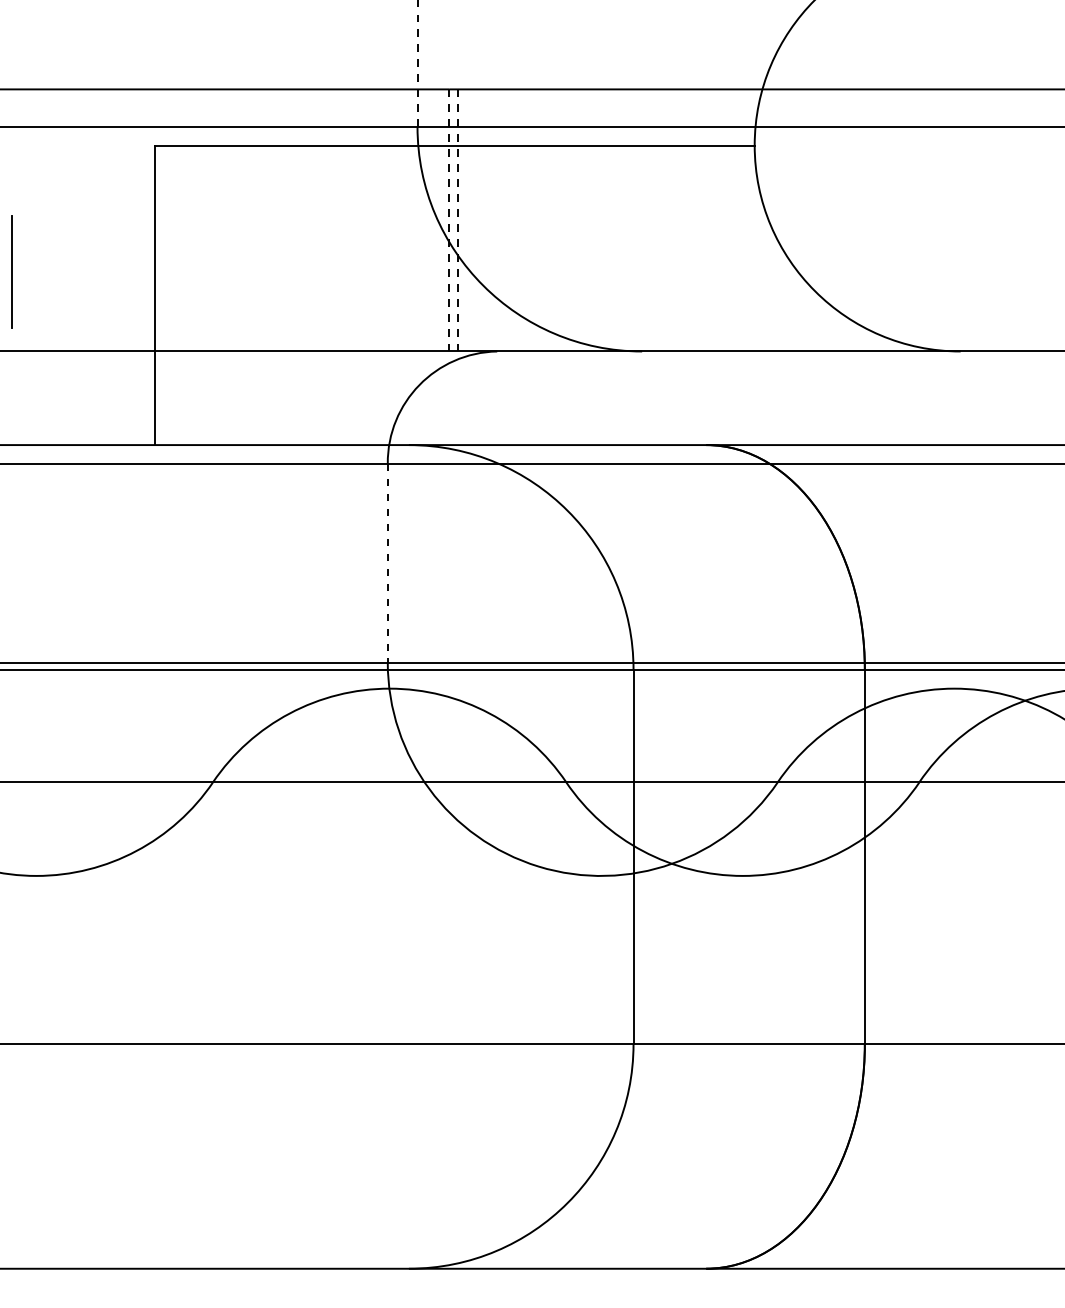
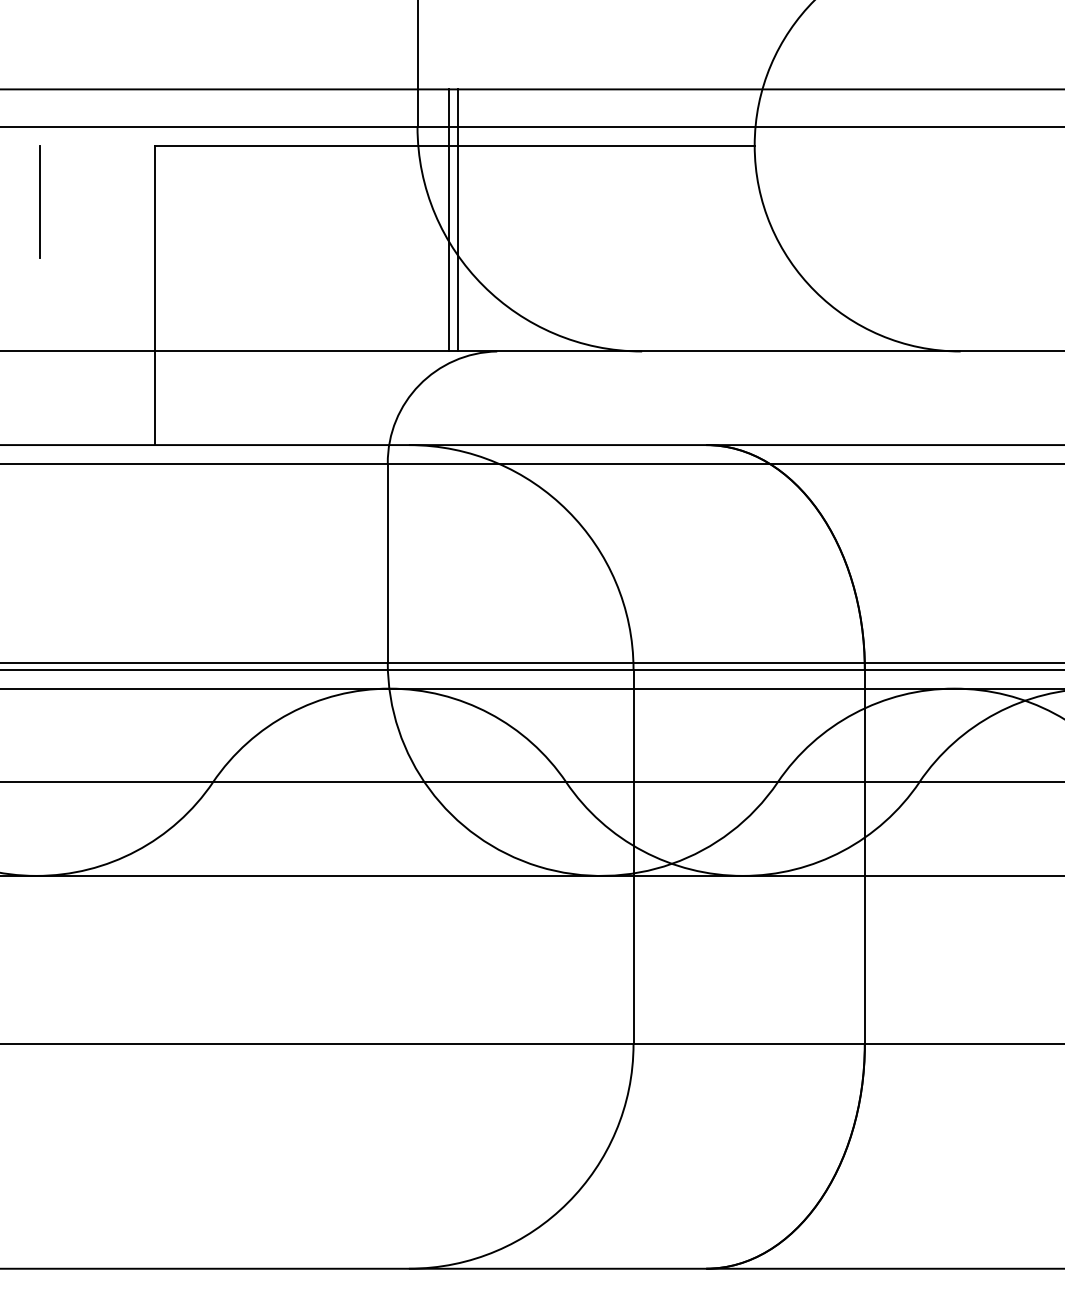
line at (417, 63): dashed -> solid
line at (449, 219): dashed -> solid
line at (457, 220): dashed -> solid
line at (11, 271) position: (11, 271) -> (39, 201)
line at (387, 563): dashed -> solid
line at (531, 688): none -> present
line at (531, 875): none -> present
